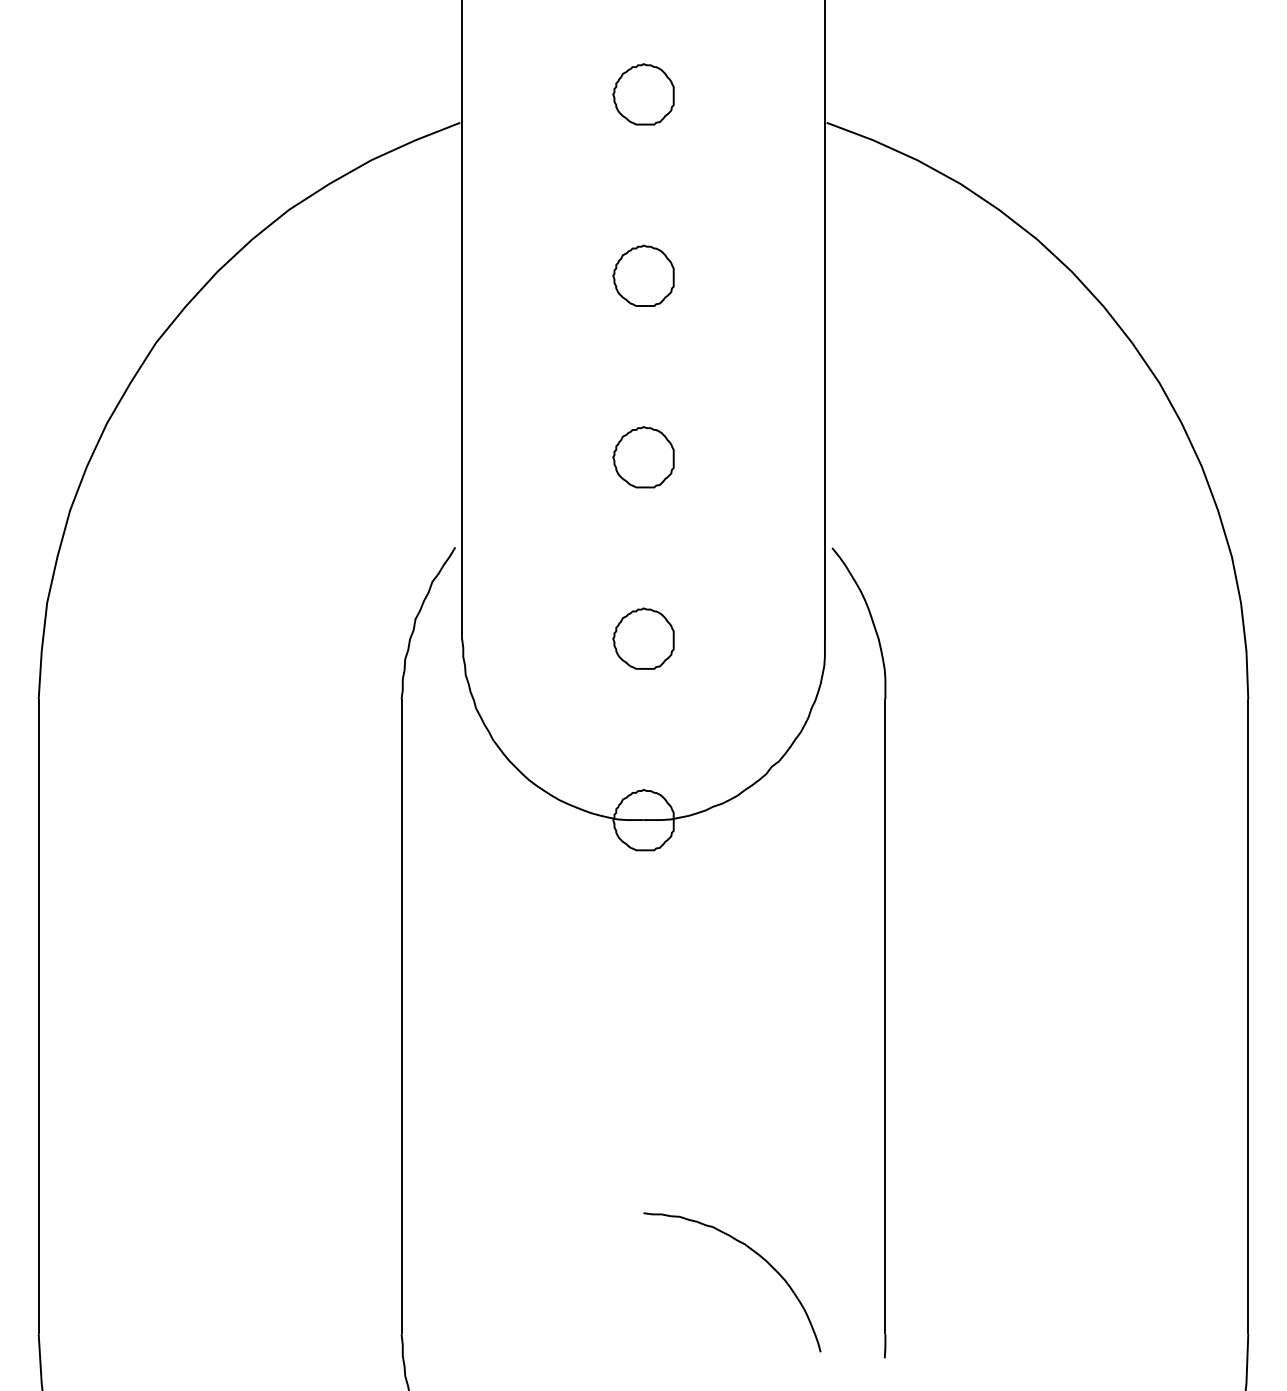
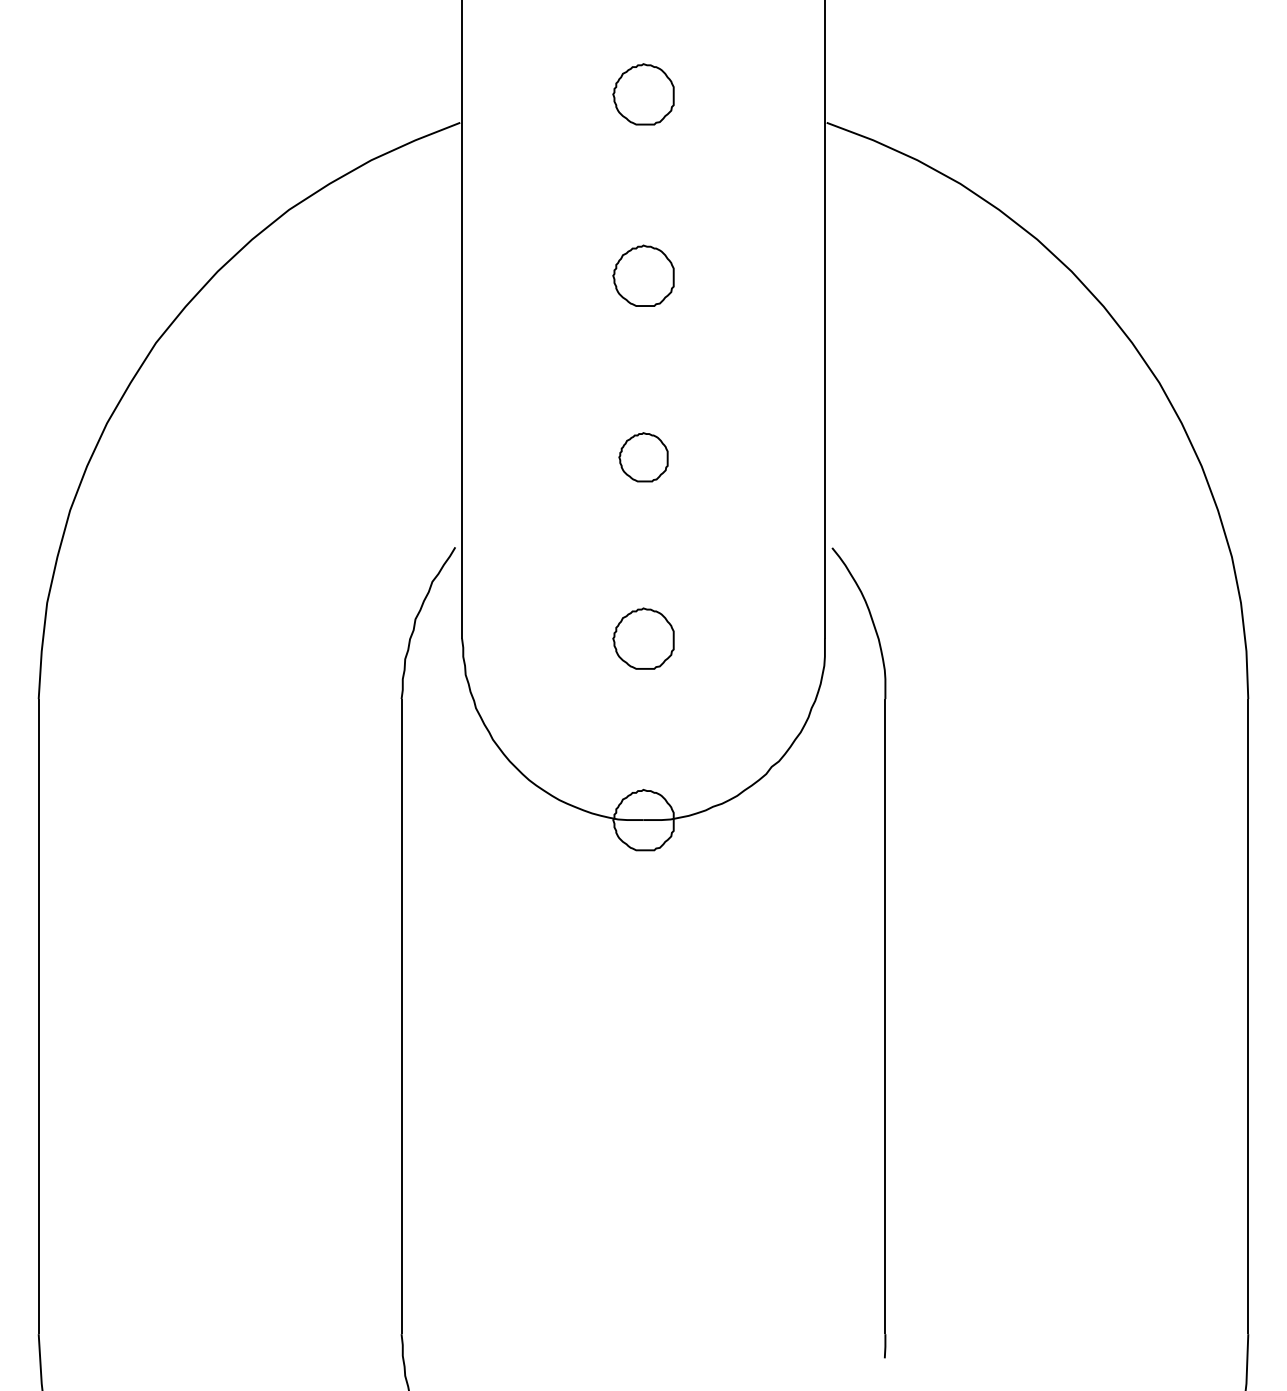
part at (643, 457) size: 63x63 px -> 51x51 px
curve at (756, 1254): present -> none
